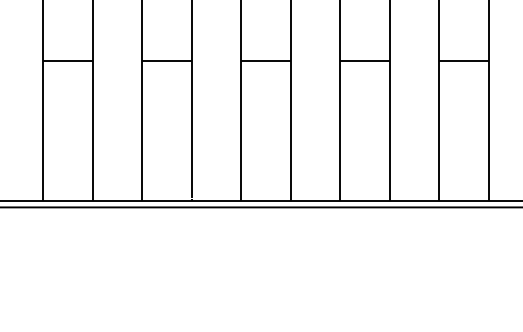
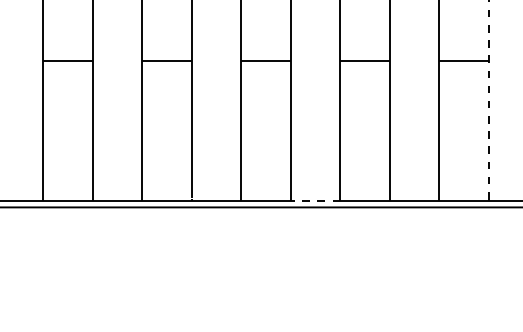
line at (488, 99): solid -> dashed
line at (315, 201): solid -> dashed
